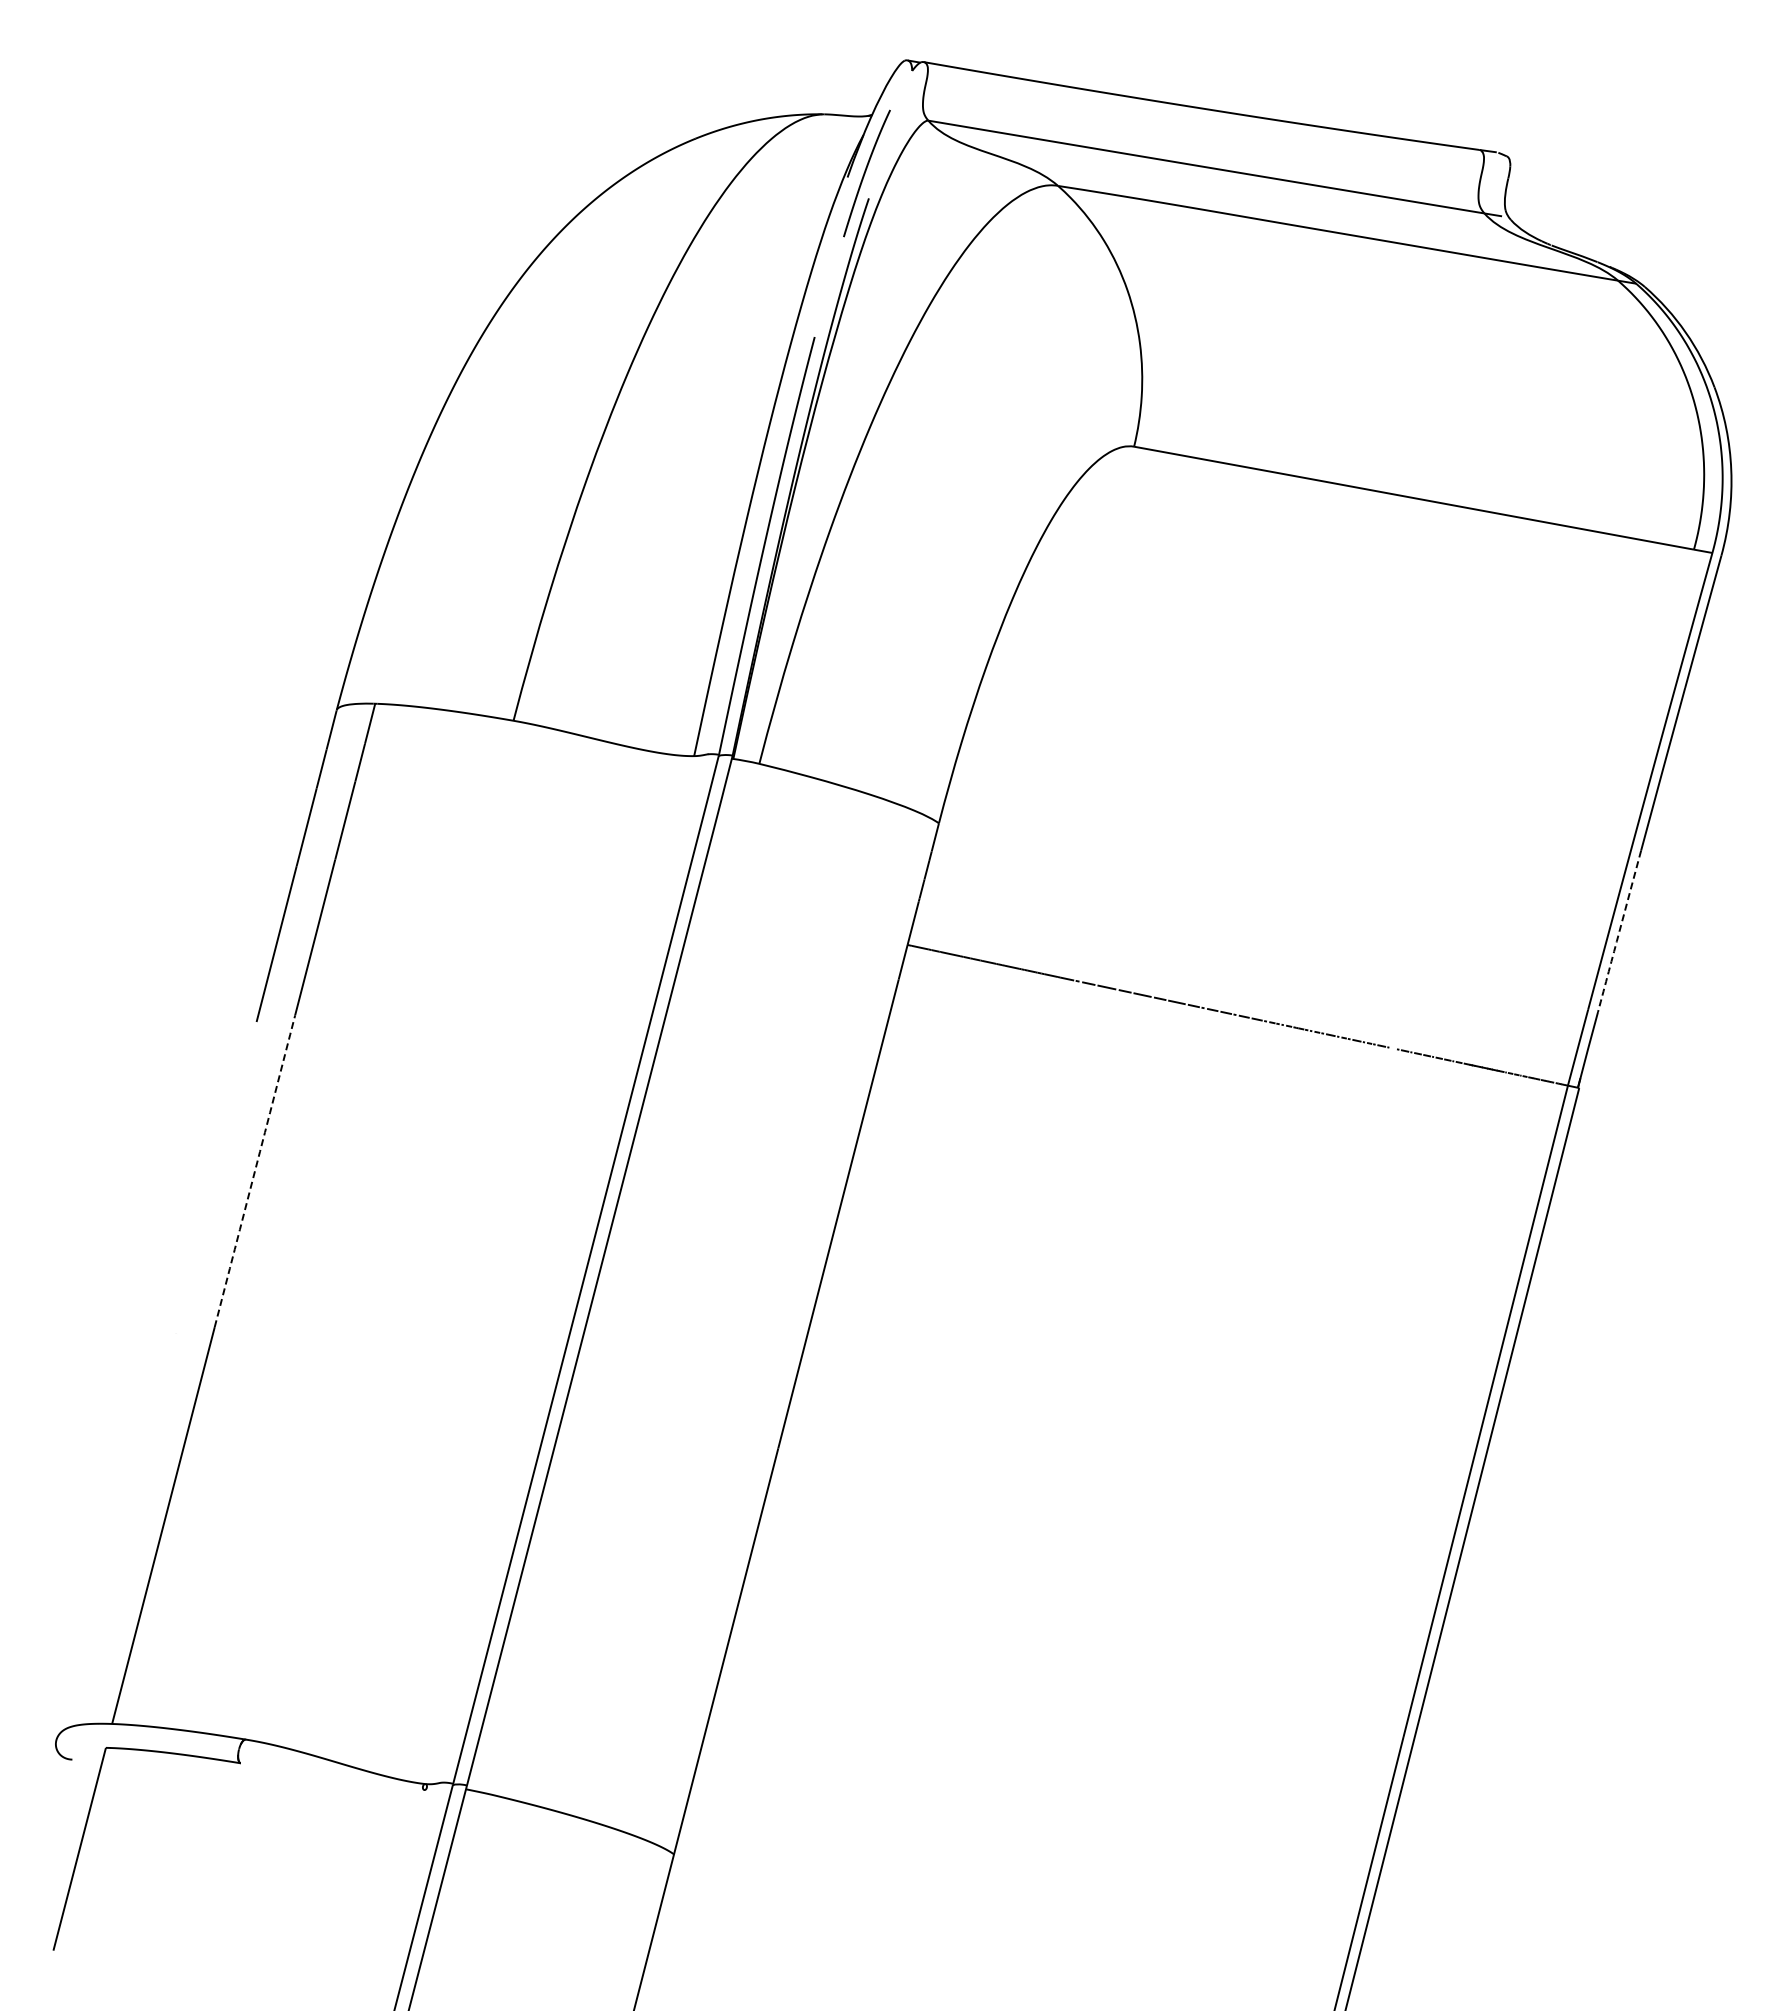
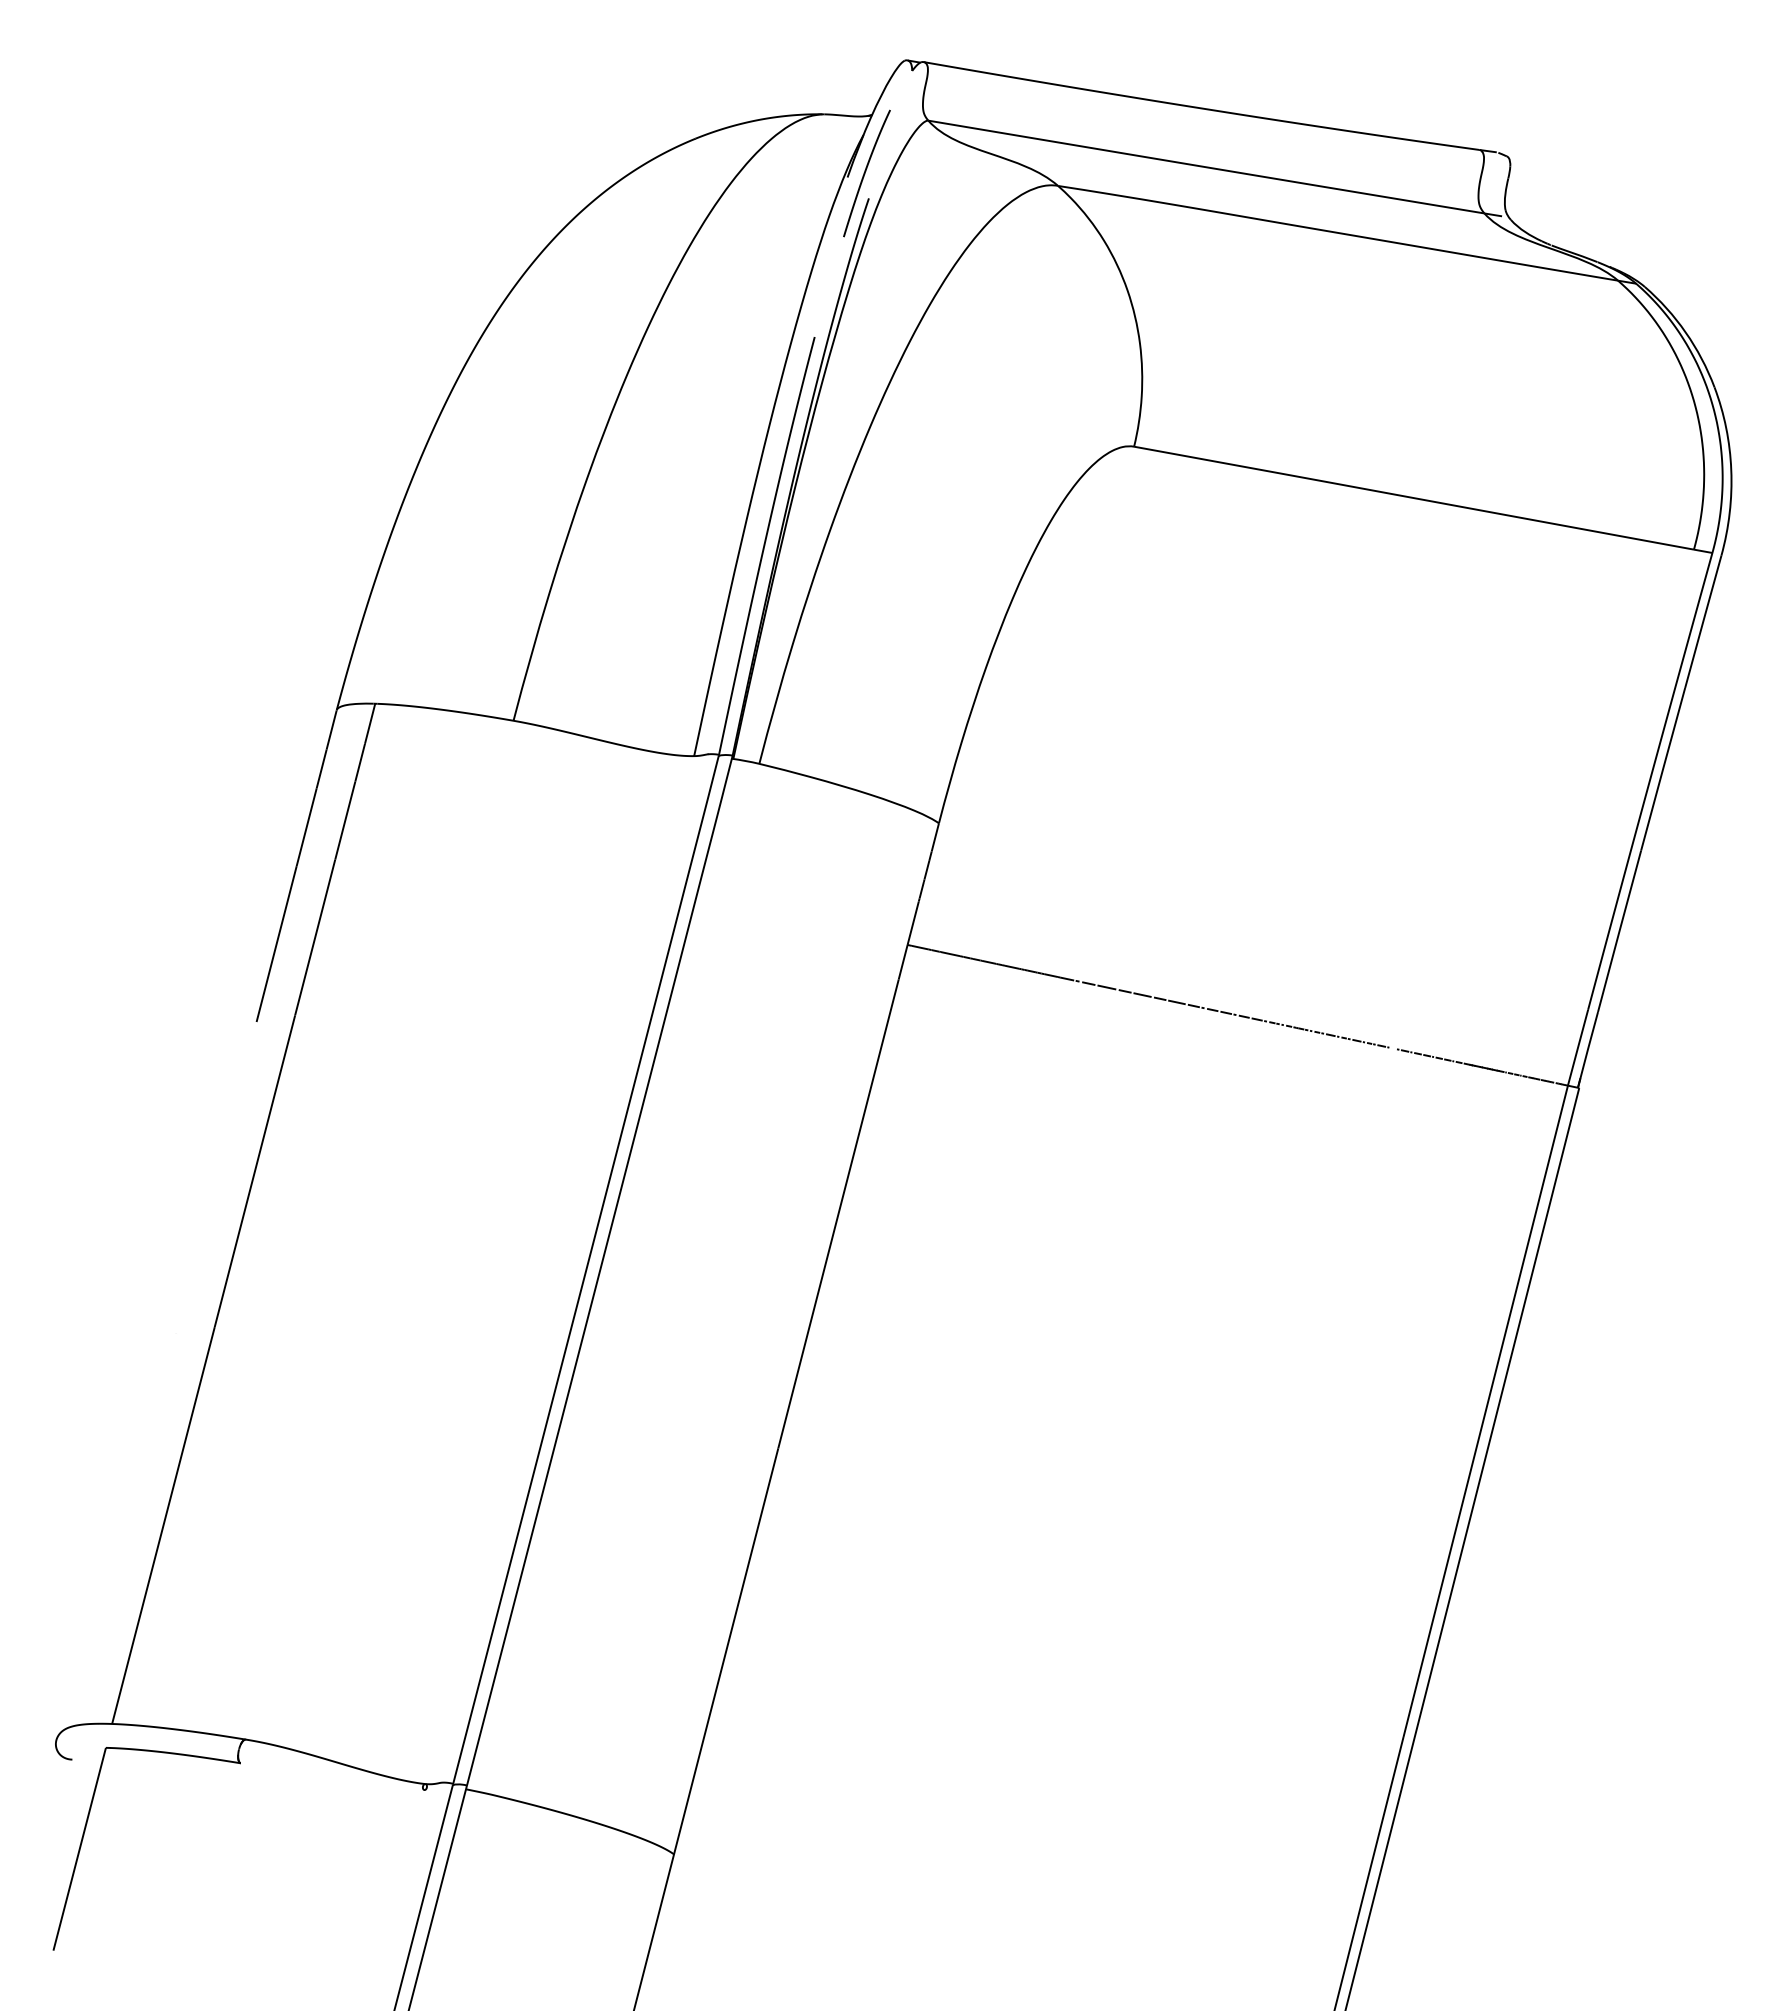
arc at (1619, 931): dashed -> solid
arc at (254, 1171): dashed -> solid
